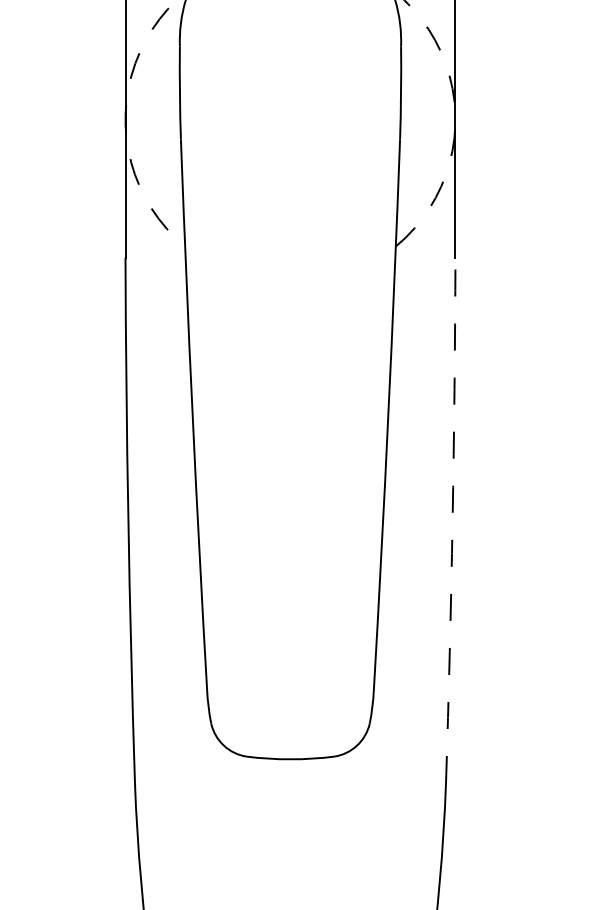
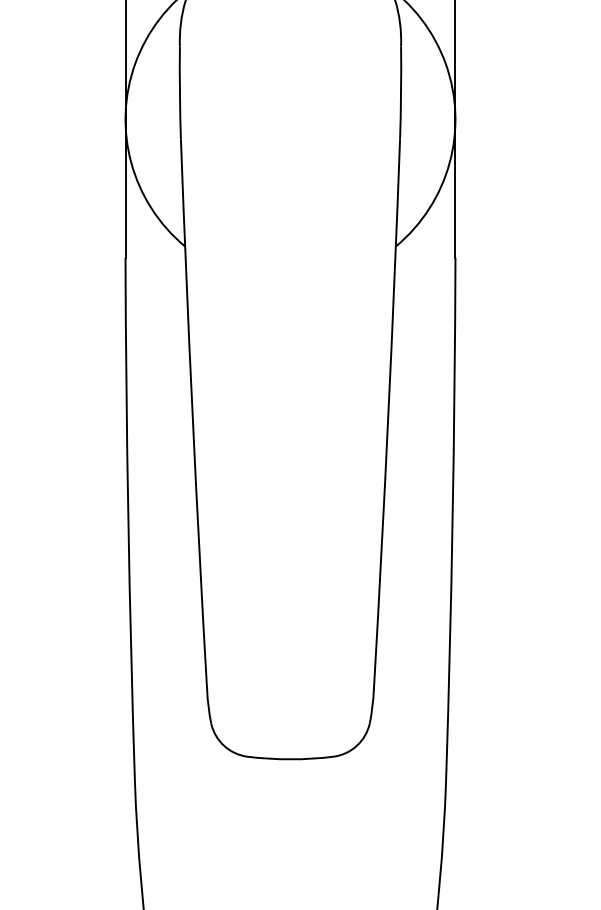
arc at (176, 0): dashed -> solid
arc at (452, 520): dashed -> solid
